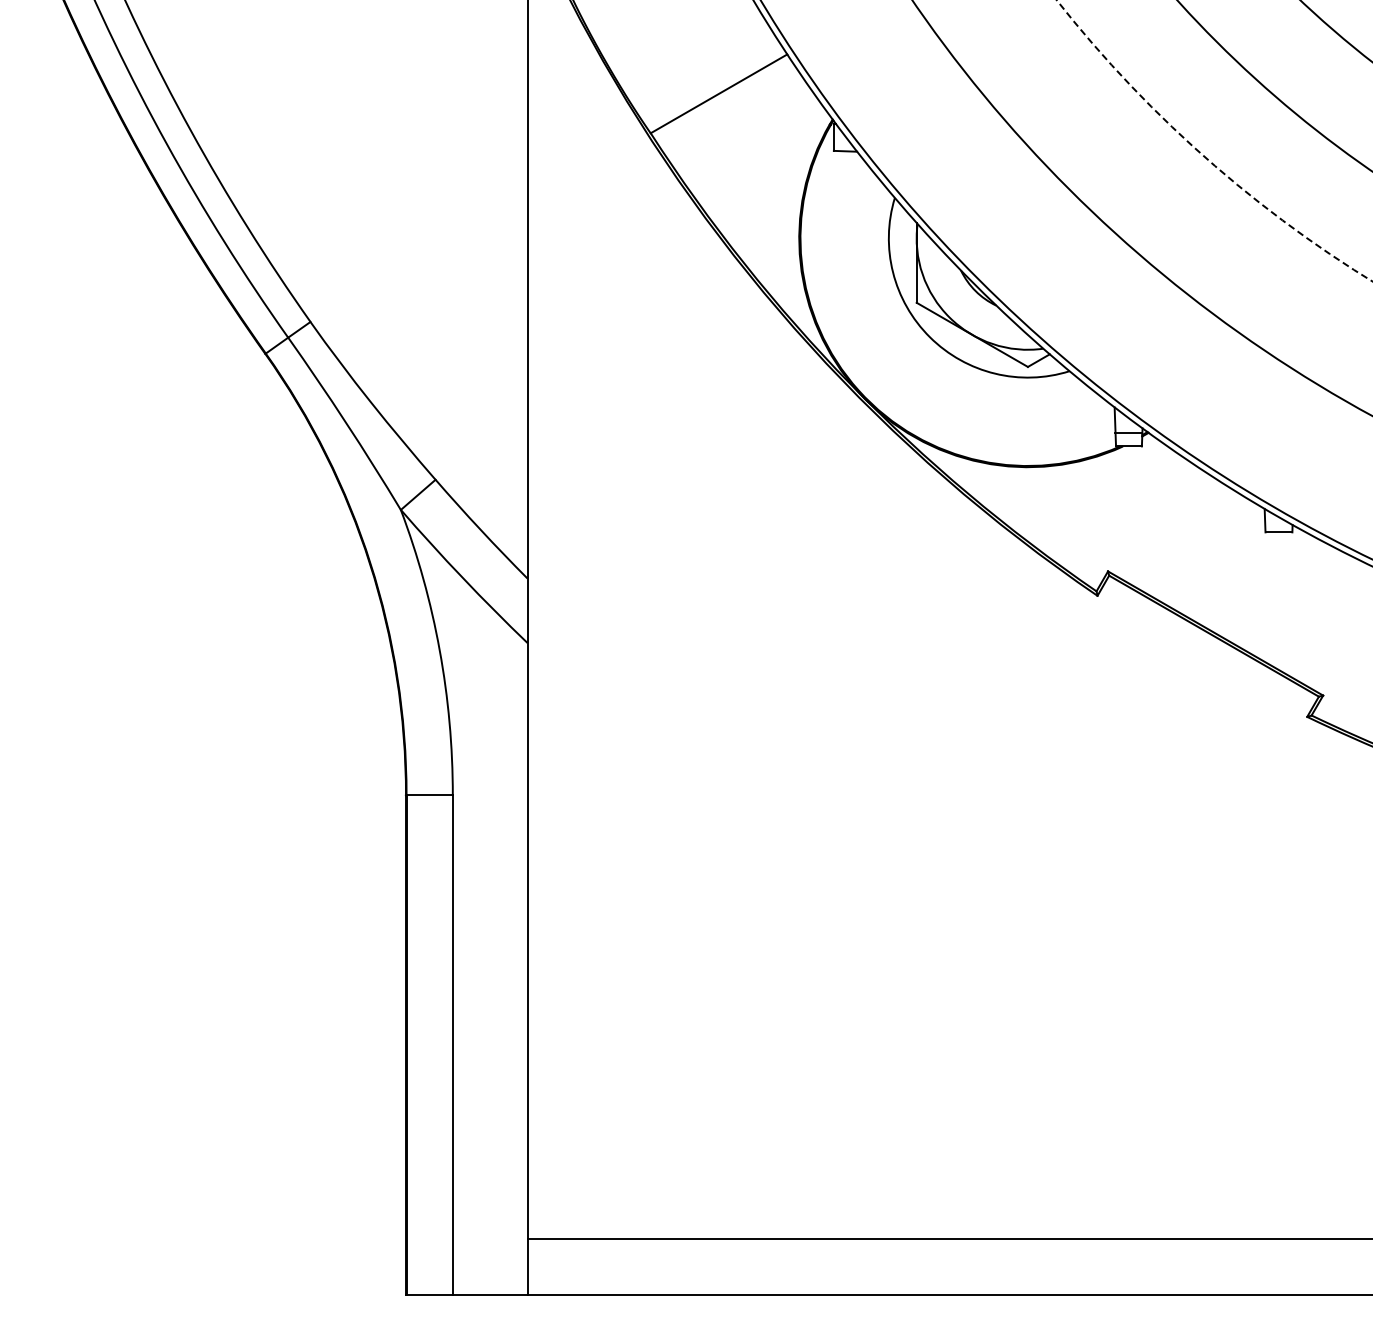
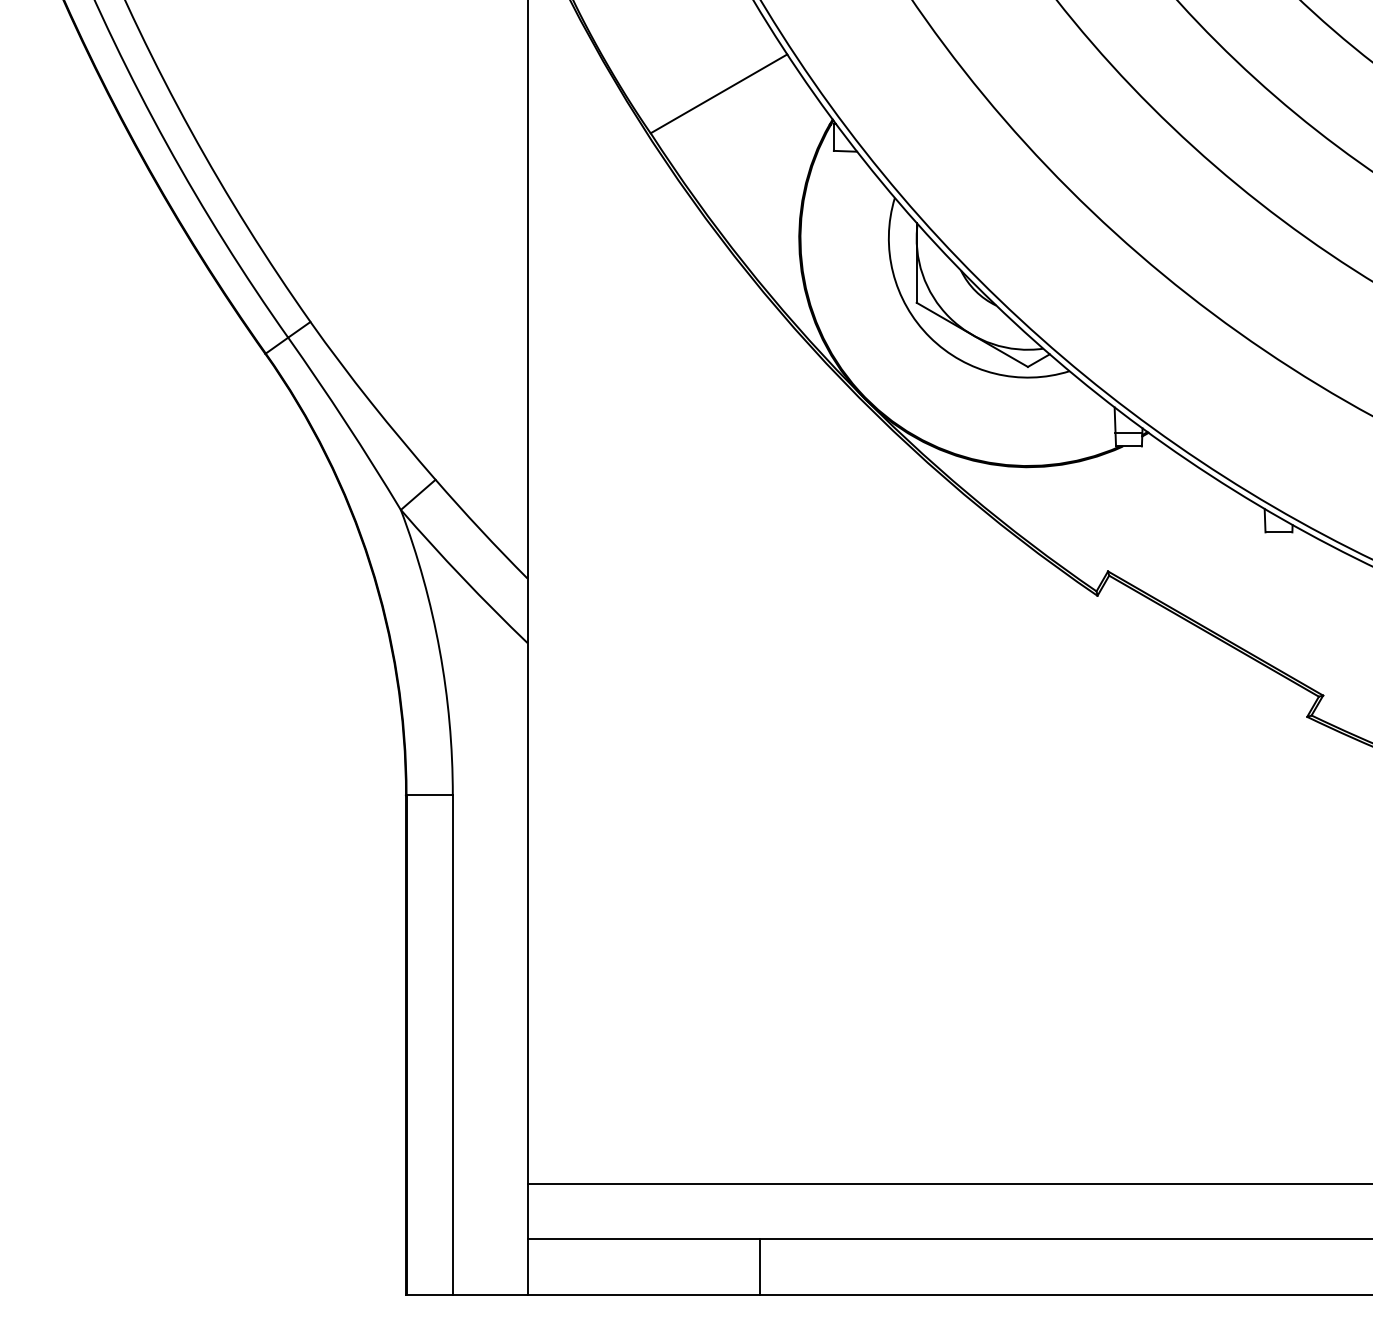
circle at (1214, 140): dashed -> solid
line at (948, 1183): none -> present
line at (759, 1266): none -> present
